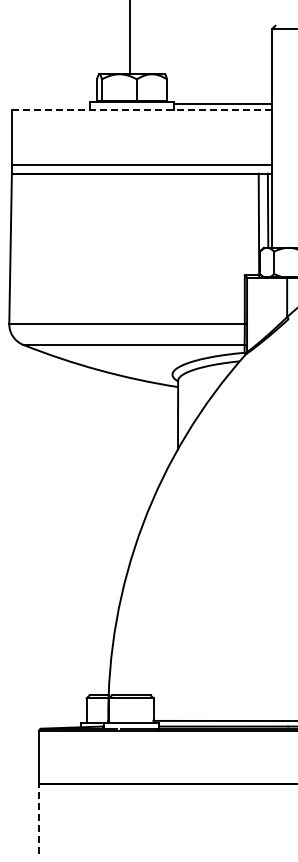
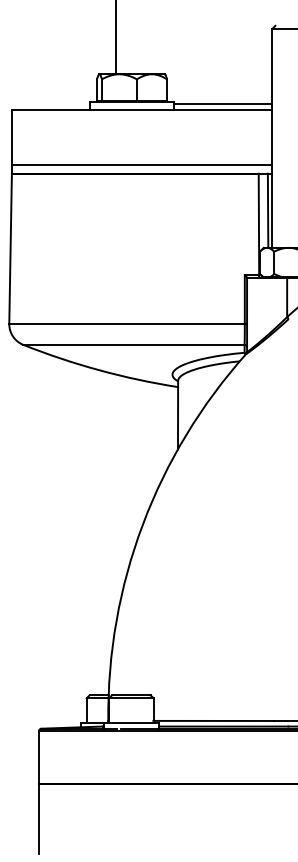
line at (129, 38) position: (129, 38) -> (115, 38)
line at (142, 109): dashed -> solid
line at (38, 818): dashed -> solid
